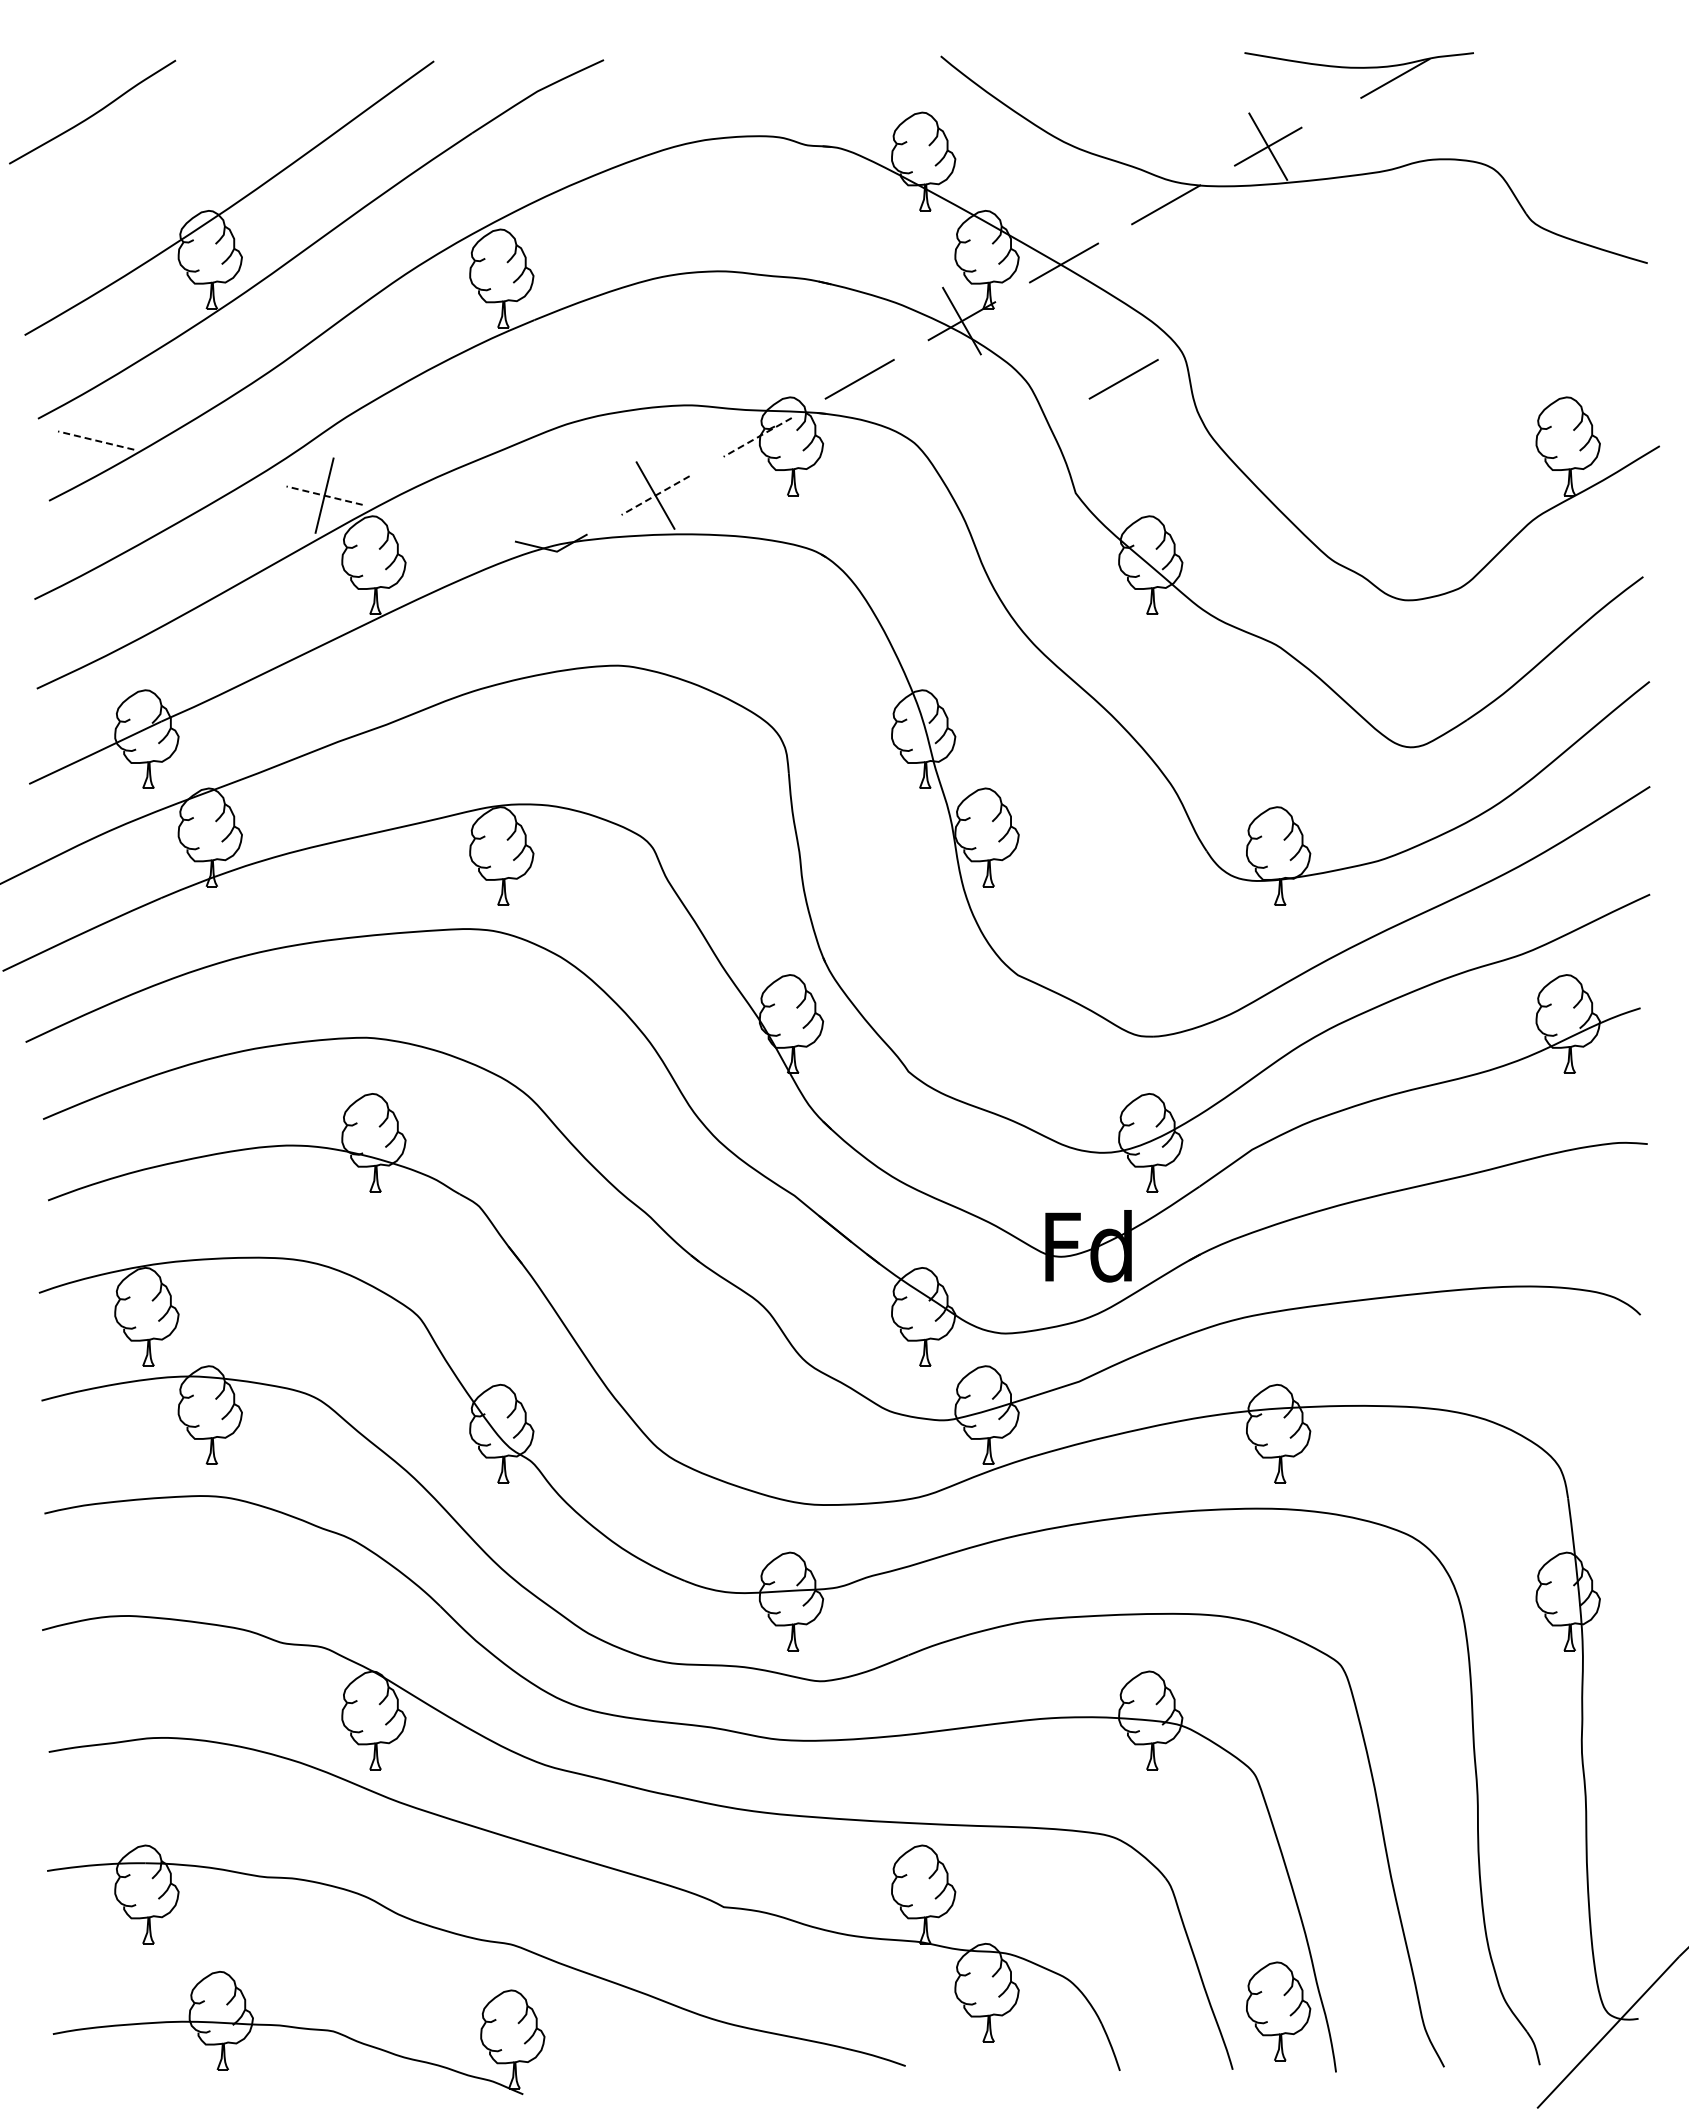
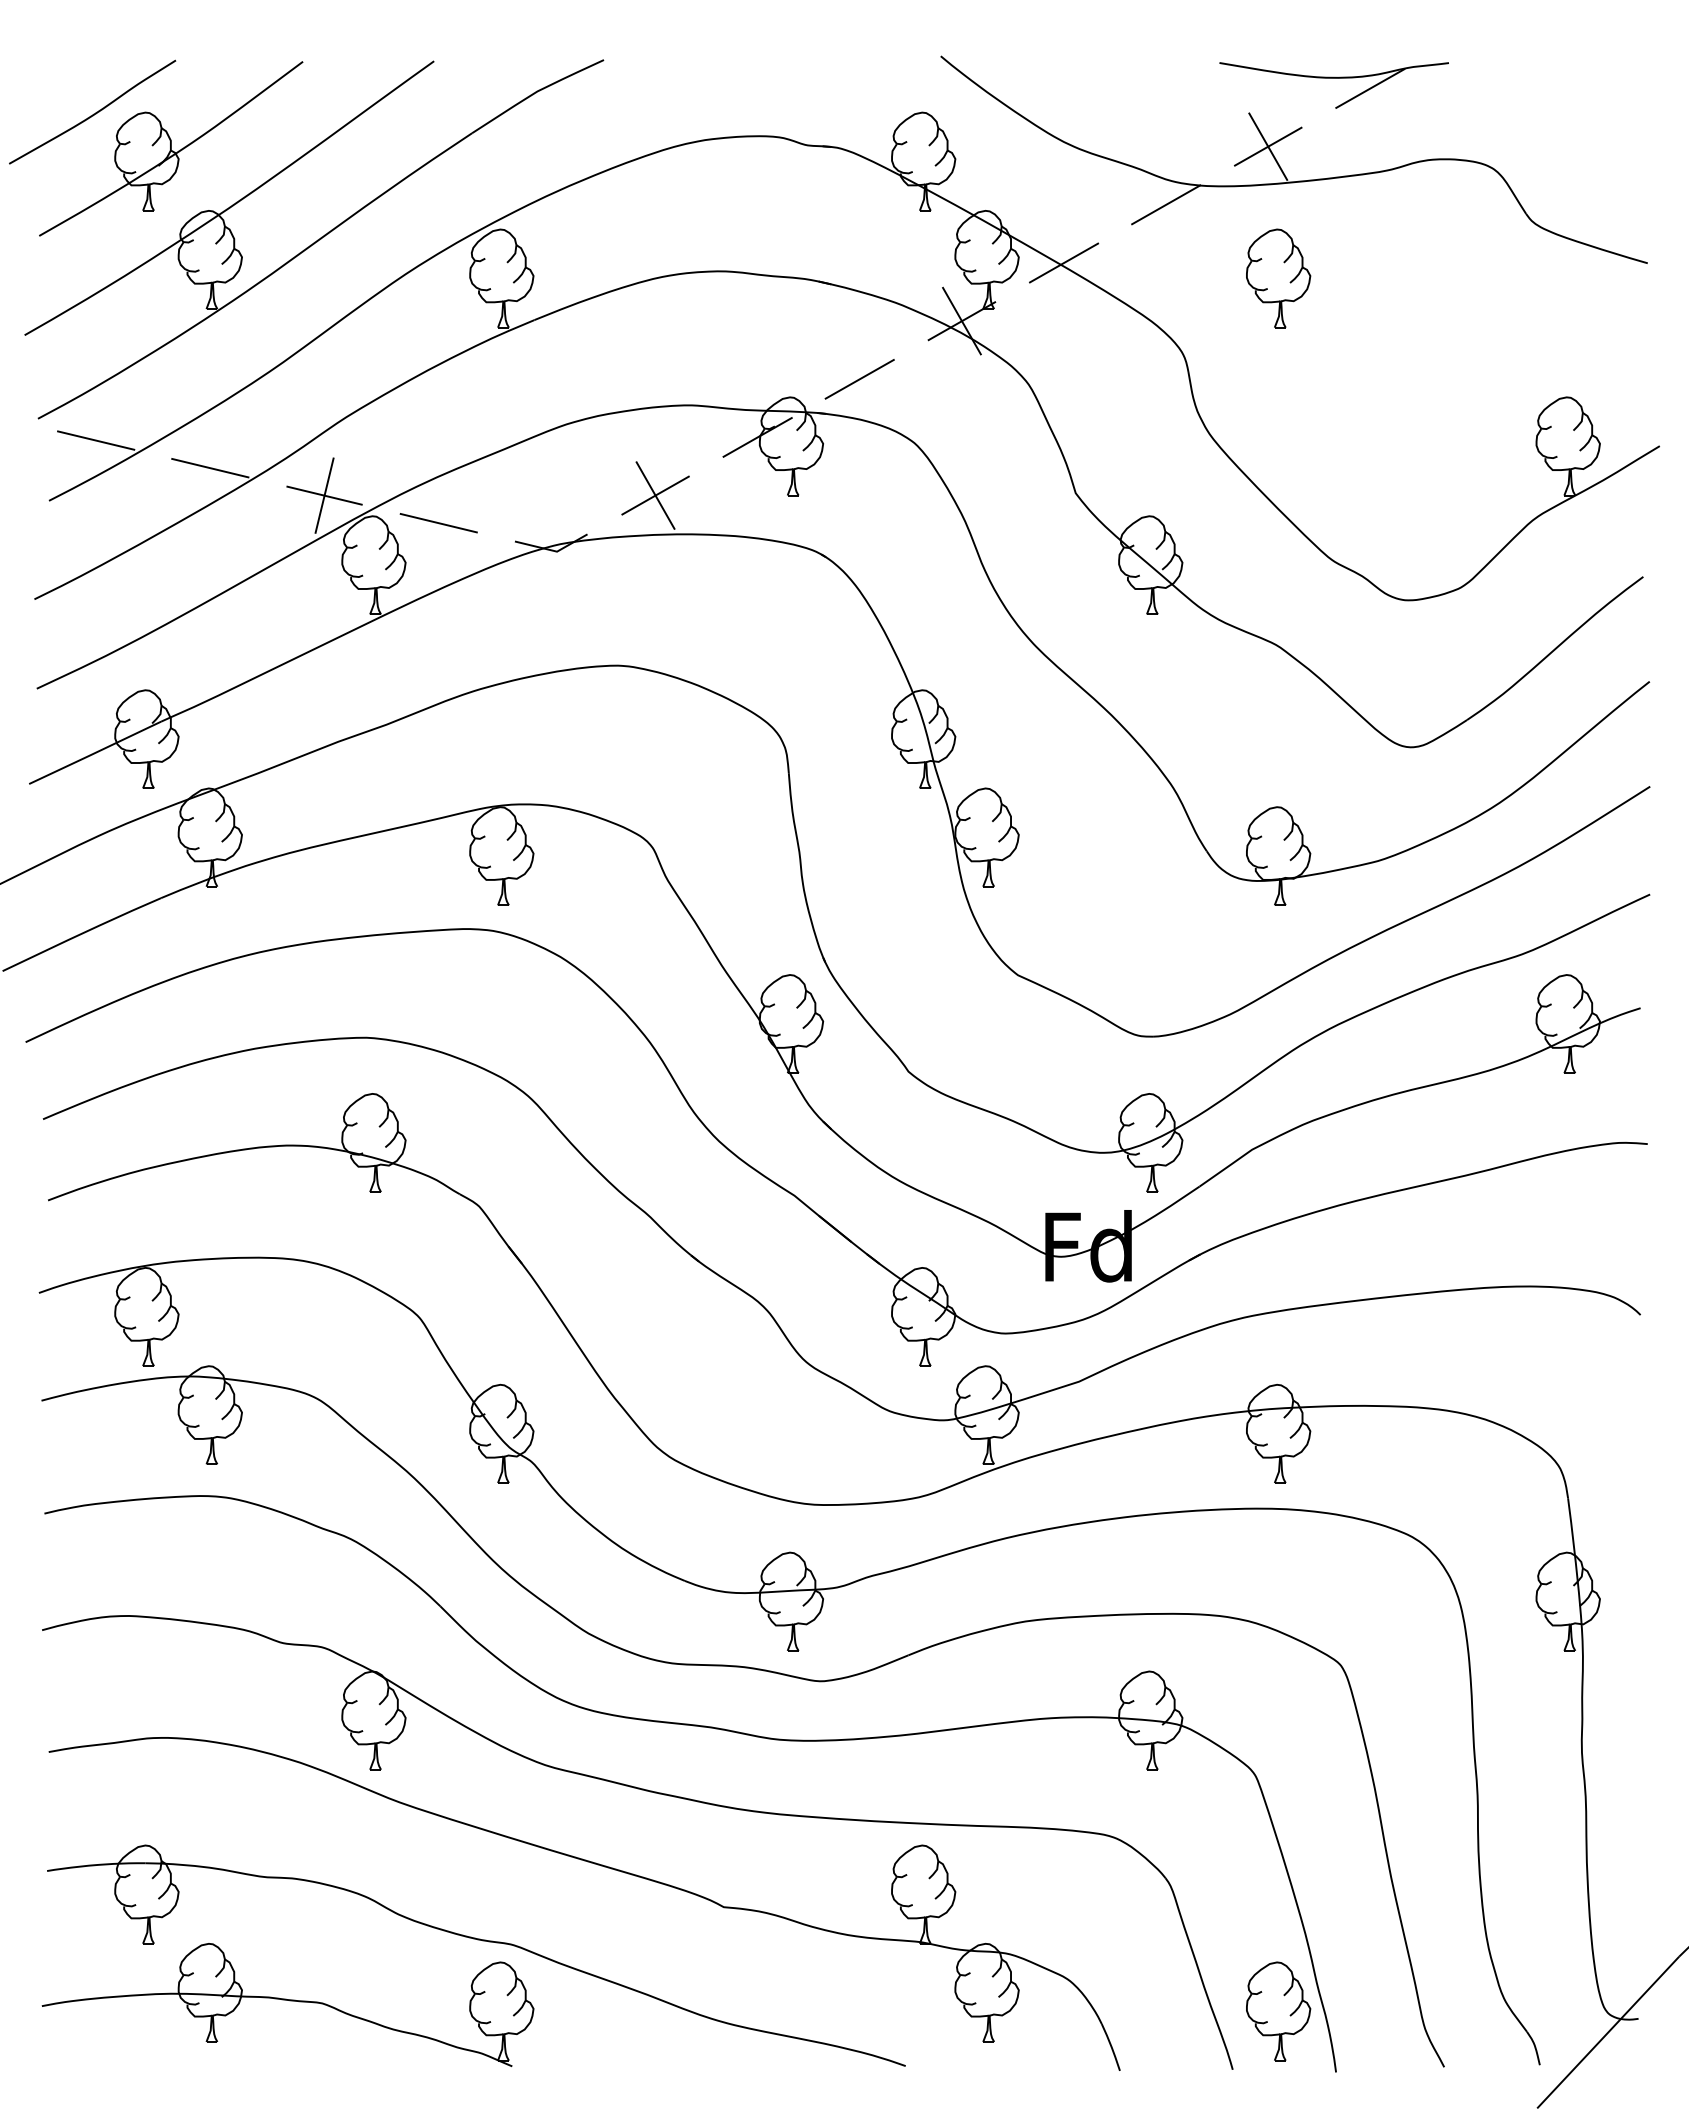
part at (1358, 68) position: (1358, 68) -> (1333, 78)
part at (171, 148): none -> present
part at (1278, 278): none -> present
line at (1123, 379): present -> none
line at (757, 437): dashed -> solid
line at (95, 440): dashed -> solid
line at (210, 467): none -> present
line at (324, 495): dashed -> solid
line at (655, 495): dashed -> solid
line at (438, 522): none -> present
part at (298, 2032) position: (298, 2032) -> (287, 2004)
